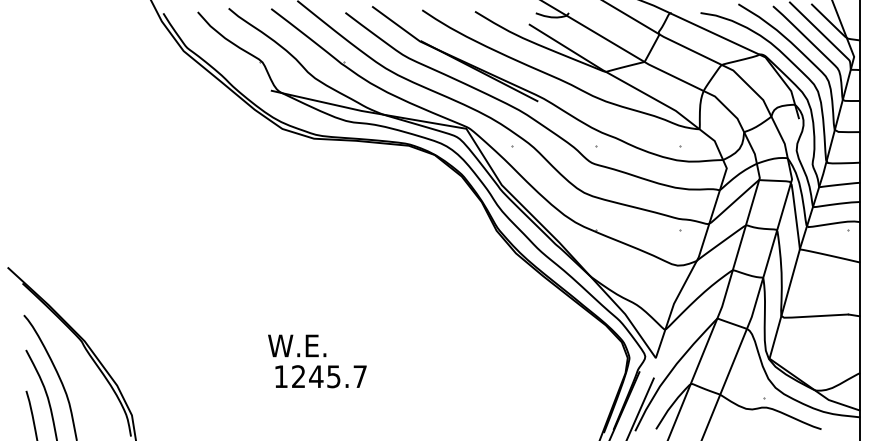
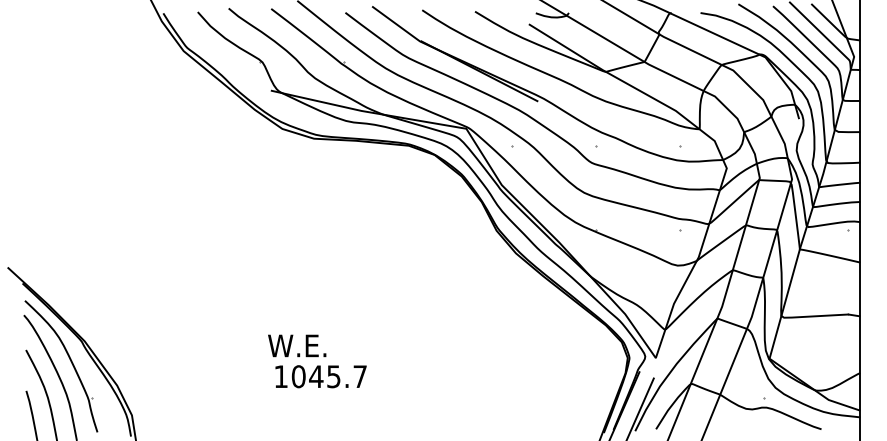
part at (70, 361): none -> present
text at (298, 376): 1245.7 -> 1045.7
